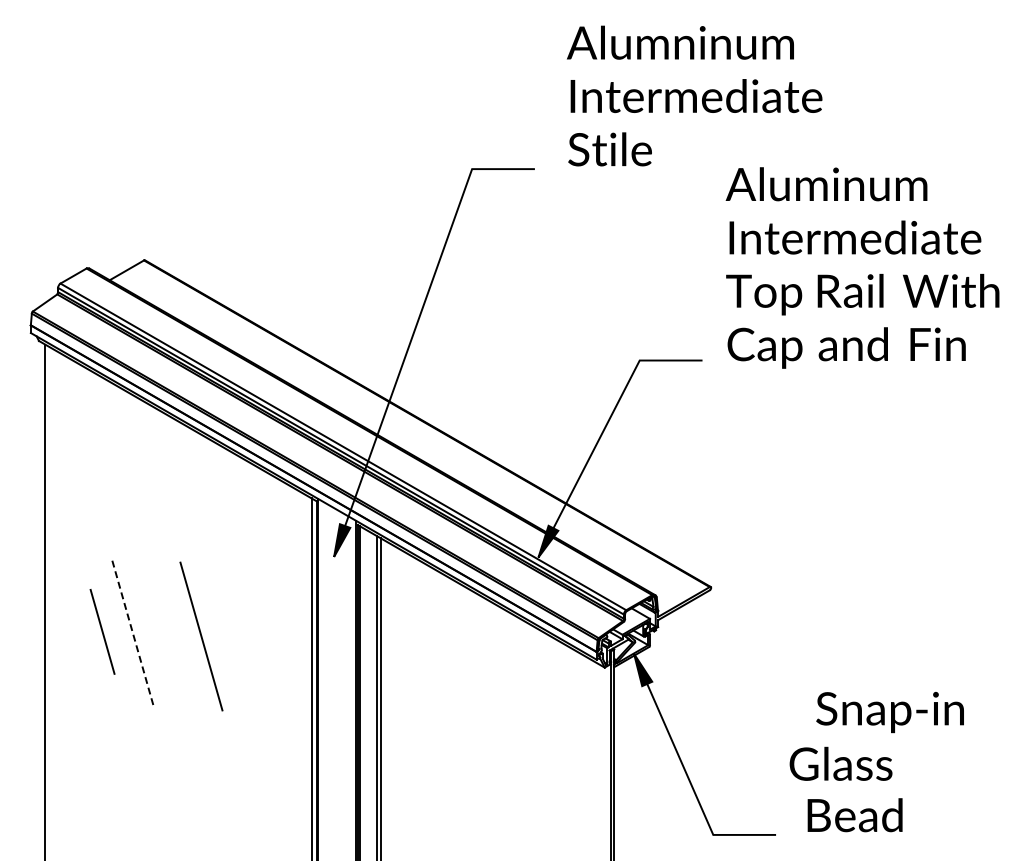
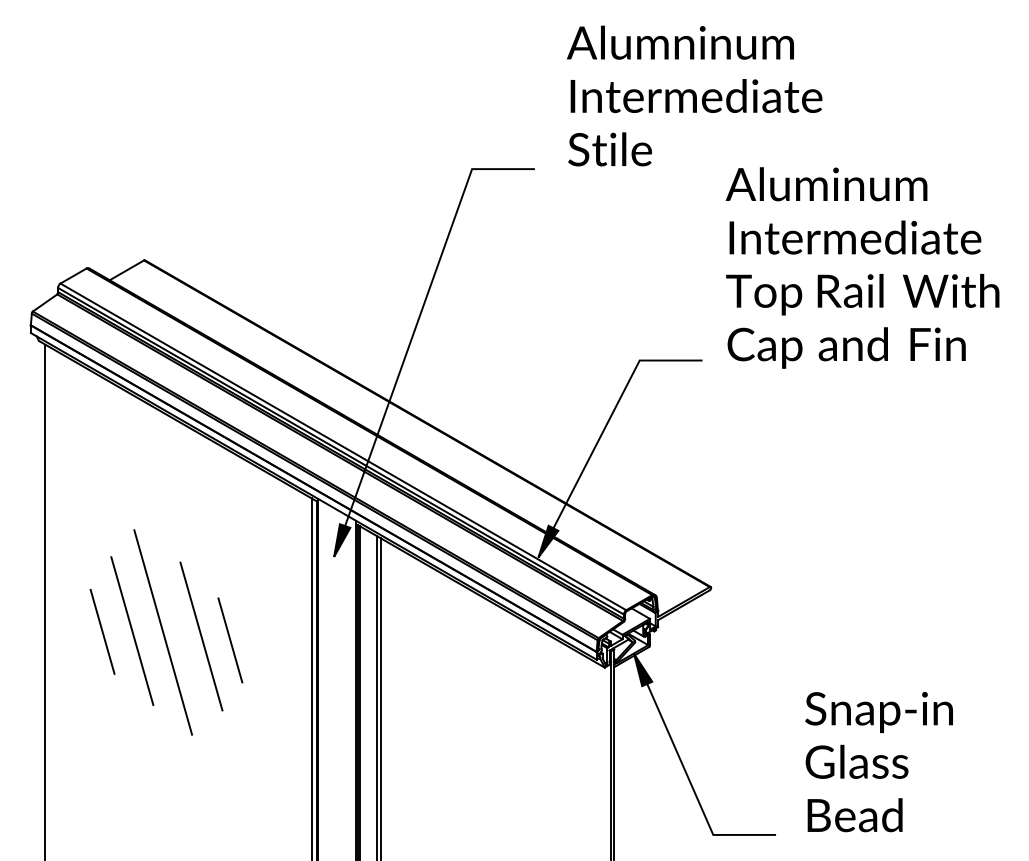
line at (132, 631): dashed -> solid
line at (163, 632): none -> present
line at (230, 640): none -> present
text at (889, 712) position: (889, 712) -> (878, 712)
text at (840, 763) position: (840, 763) -> (856, 761)
